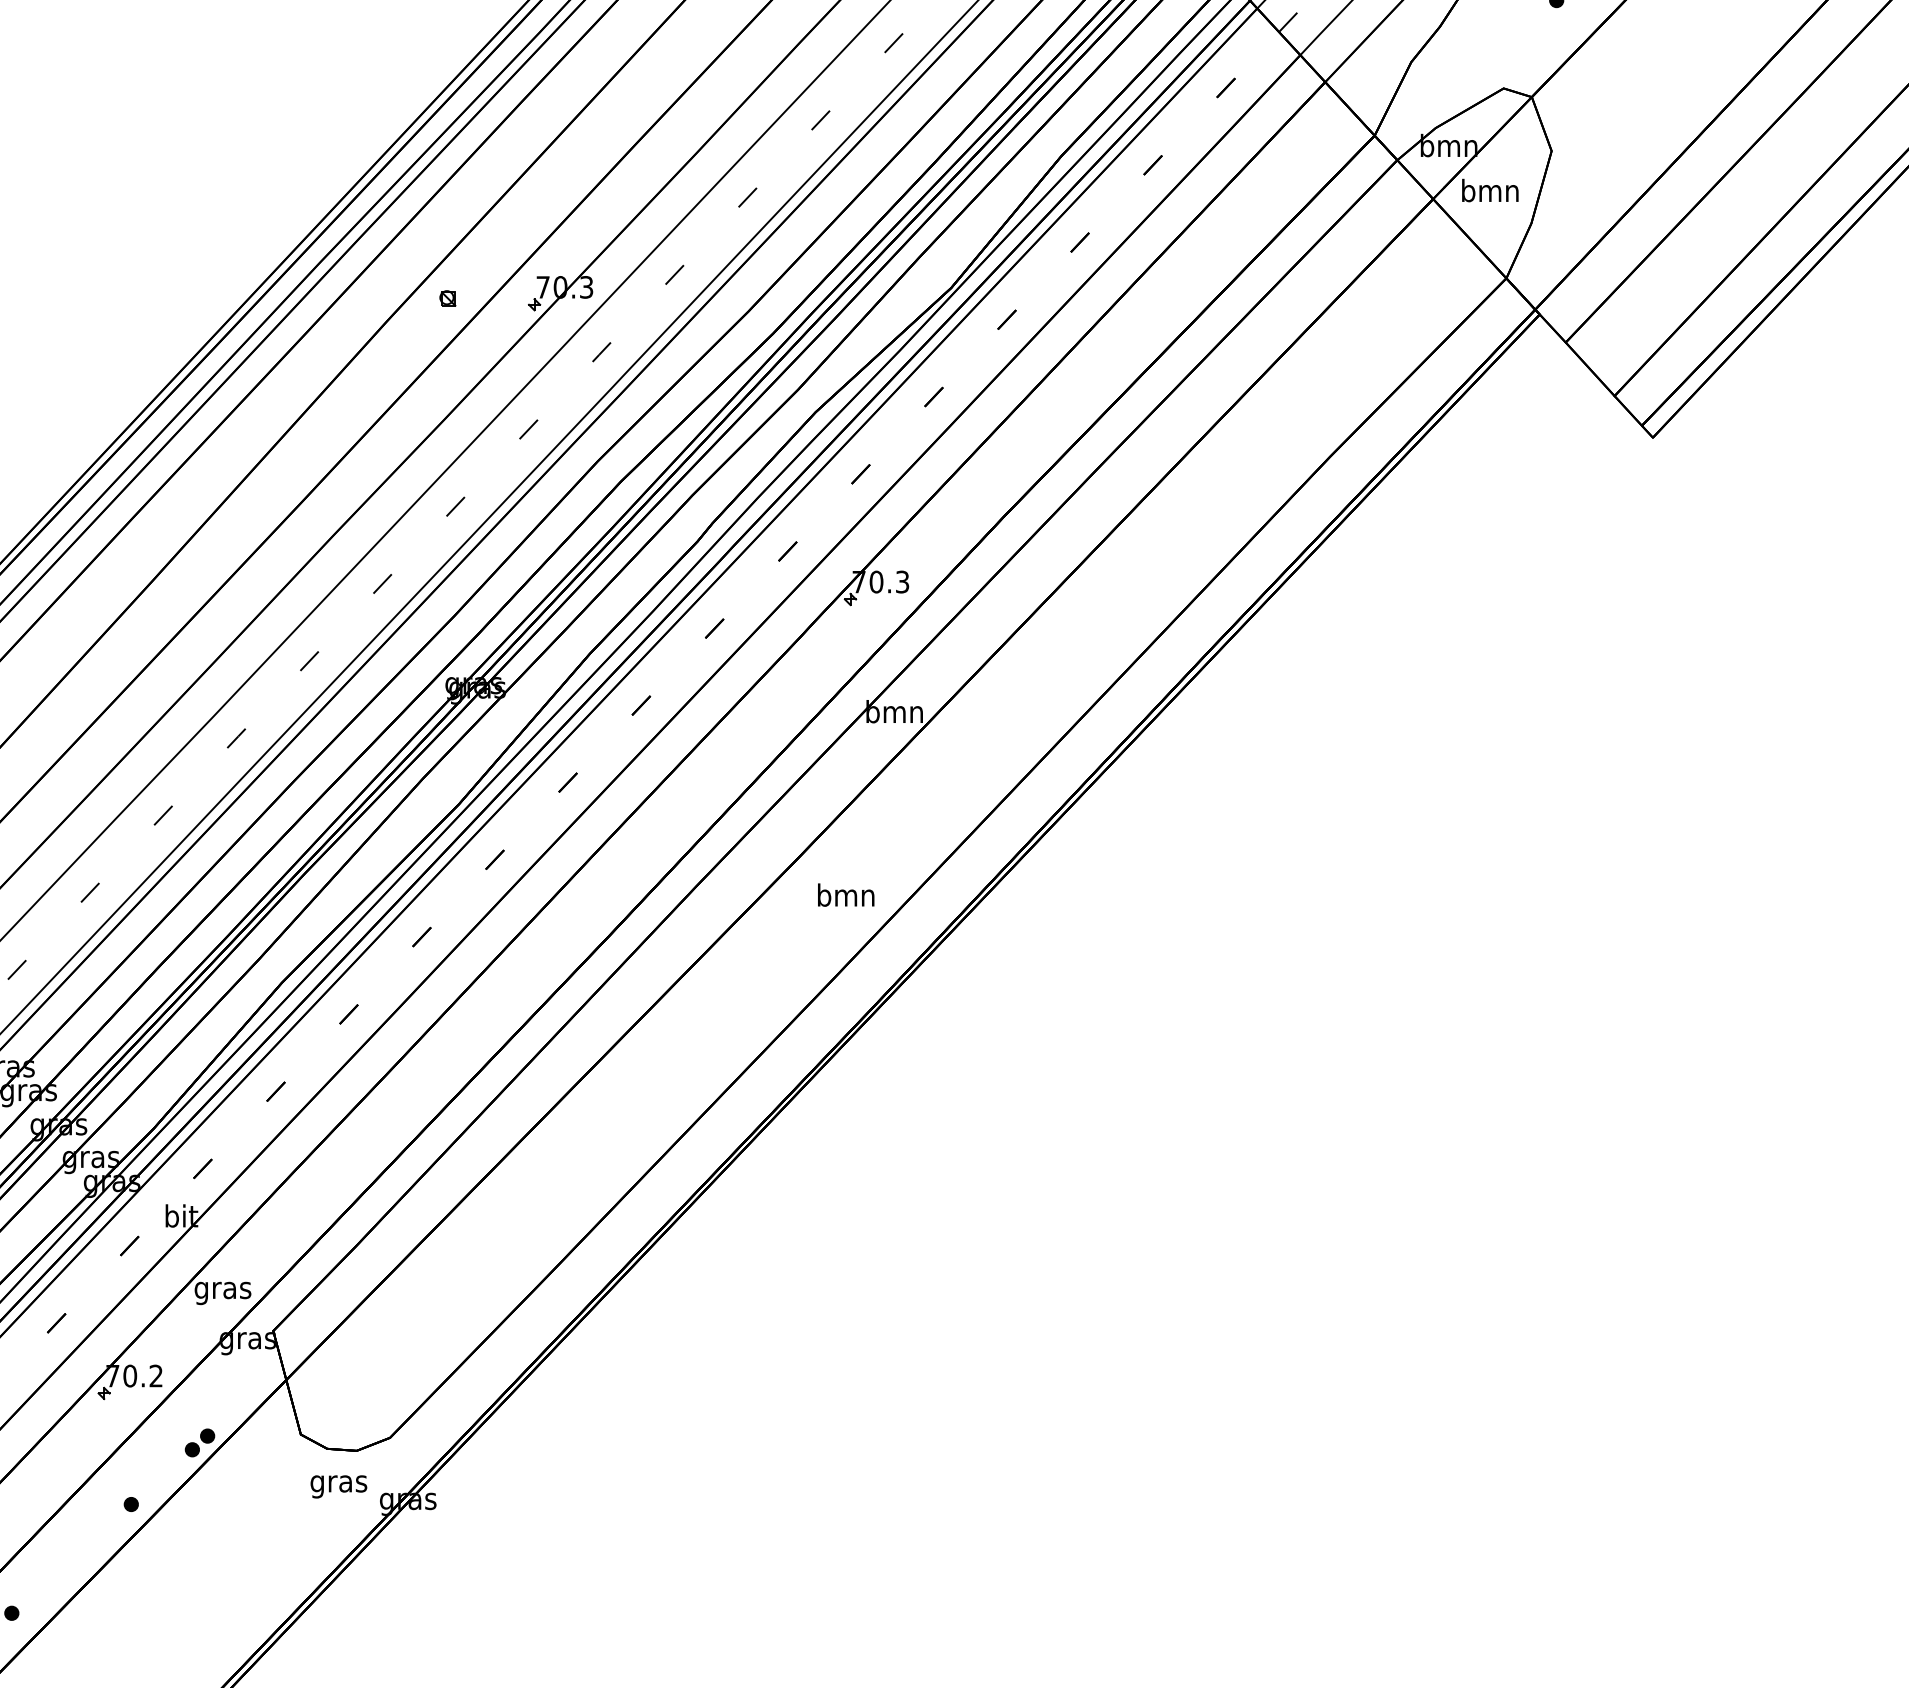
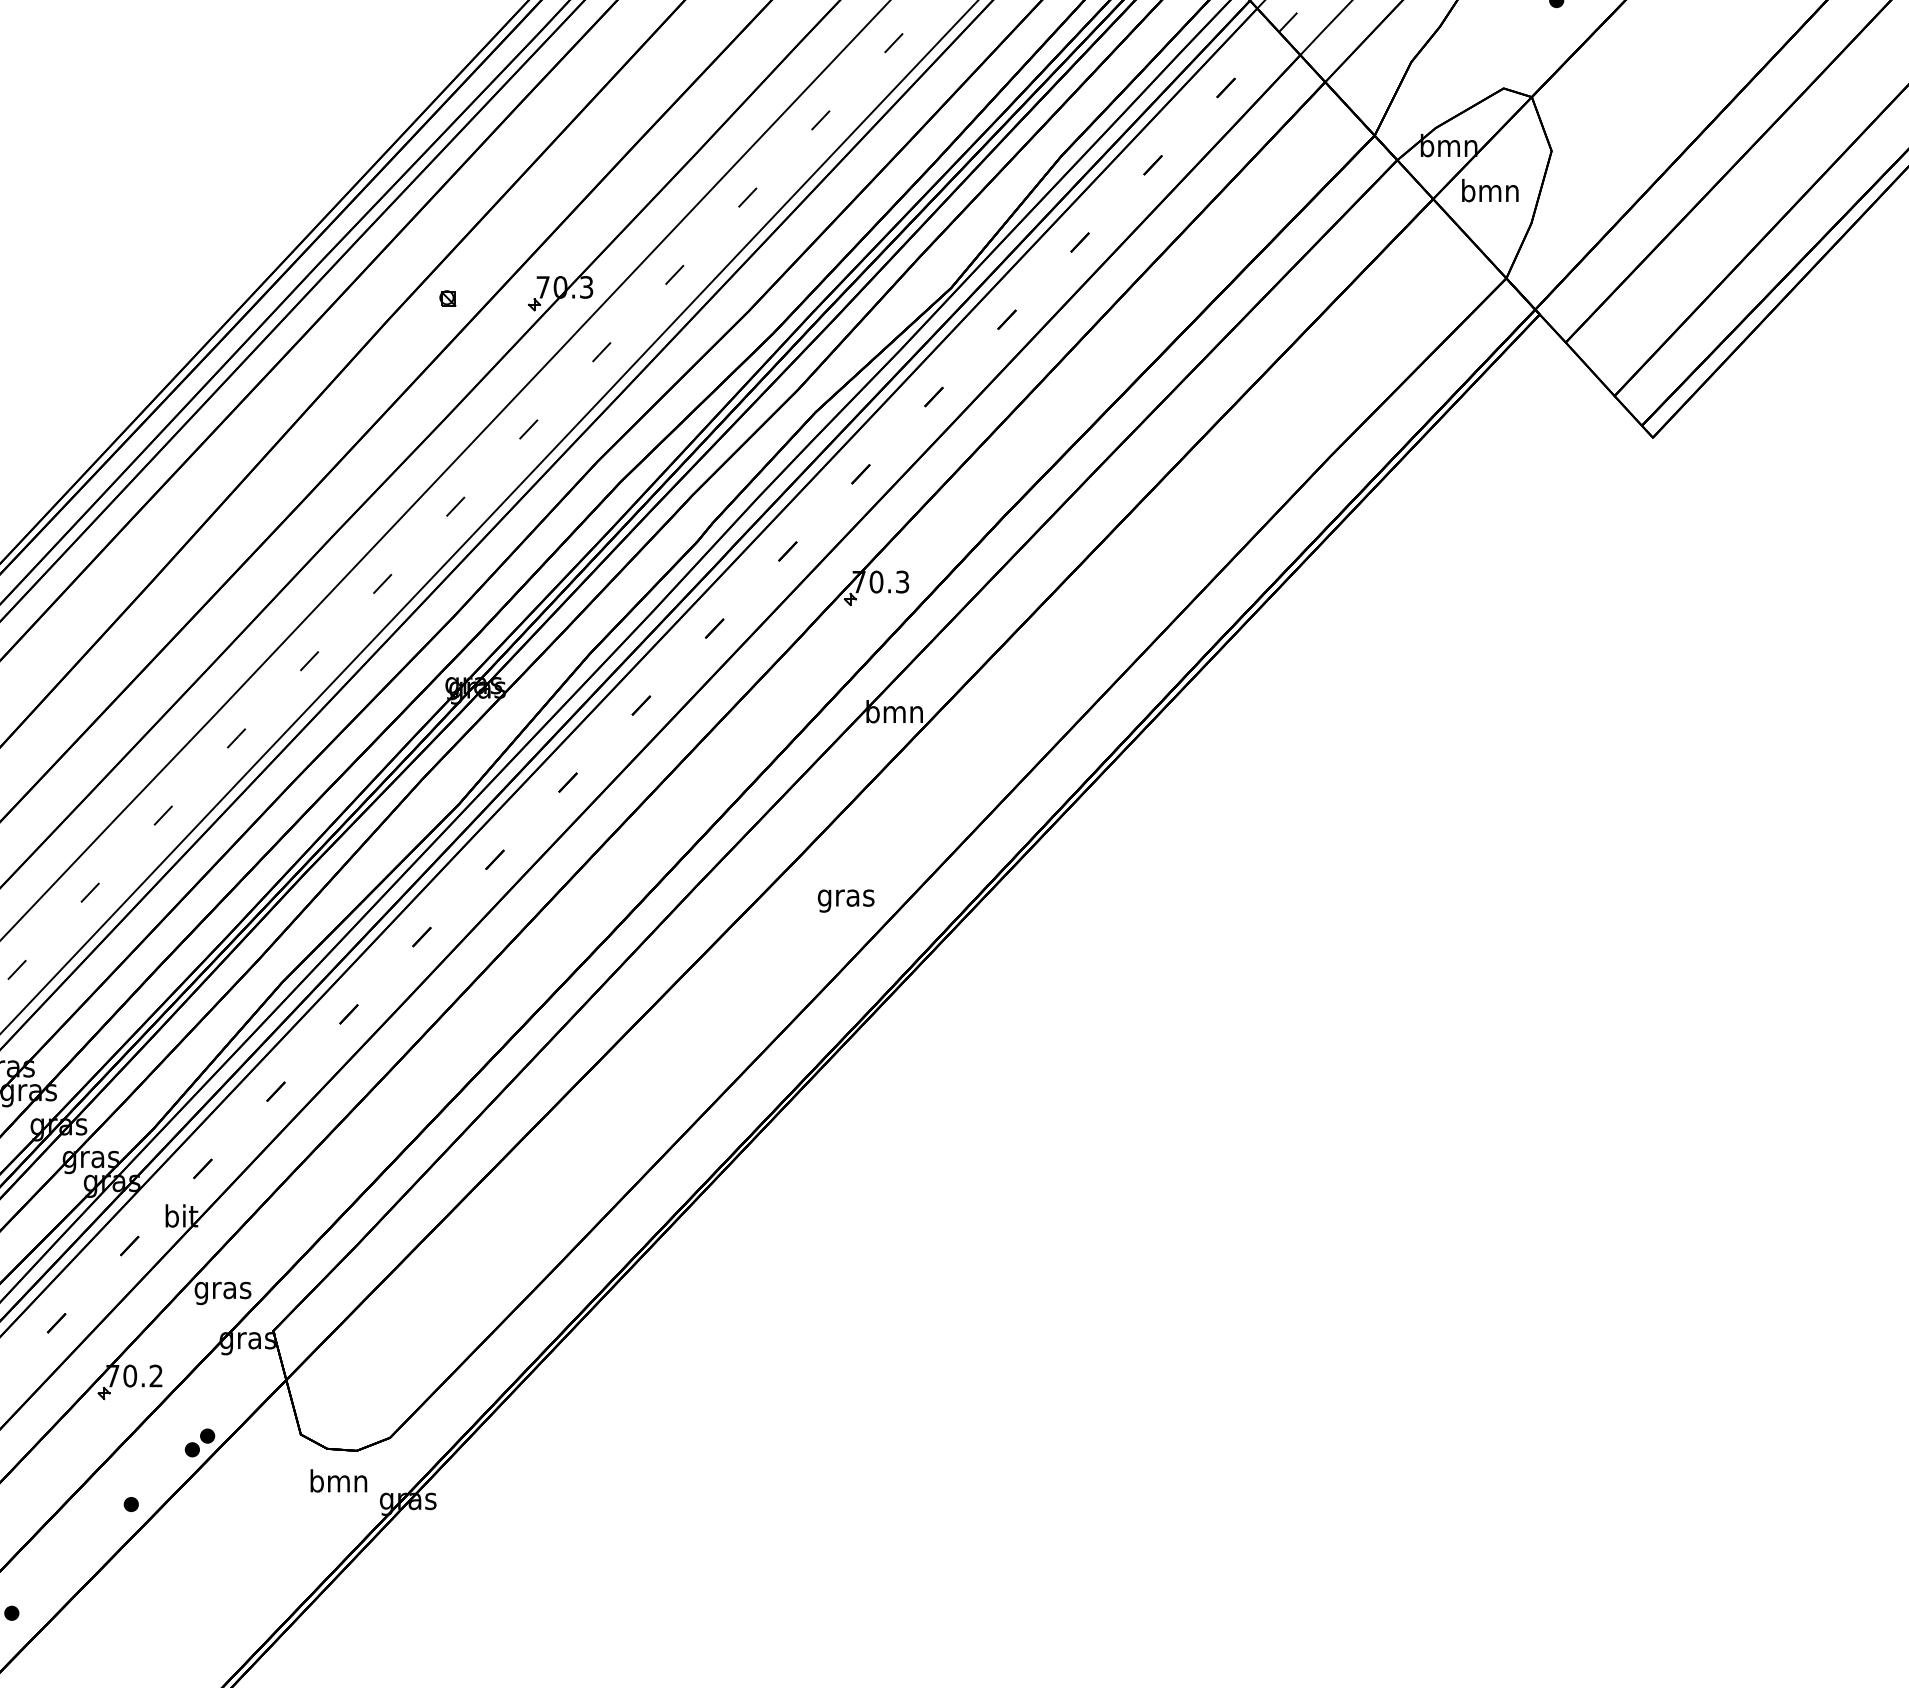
text at (846, 897): bmn -> gras
text at (338, 1483): gras -> bmn
